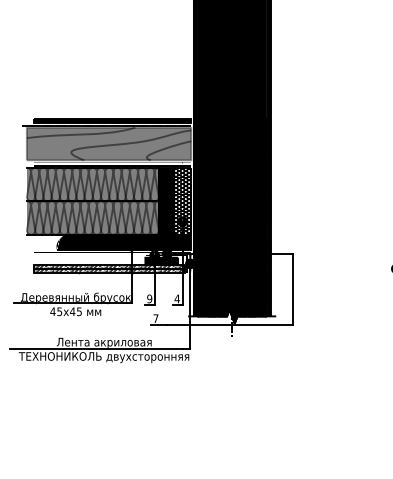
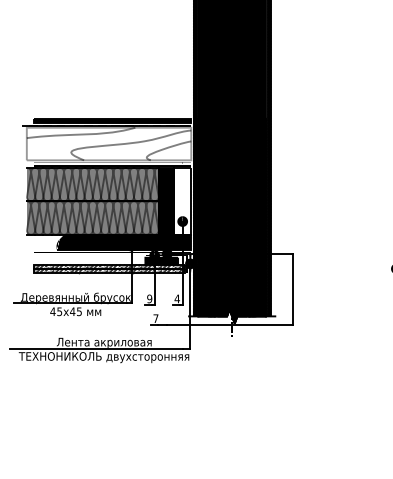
fill at (108, 143): present -> none
hatch at (182, 200): present -> none
